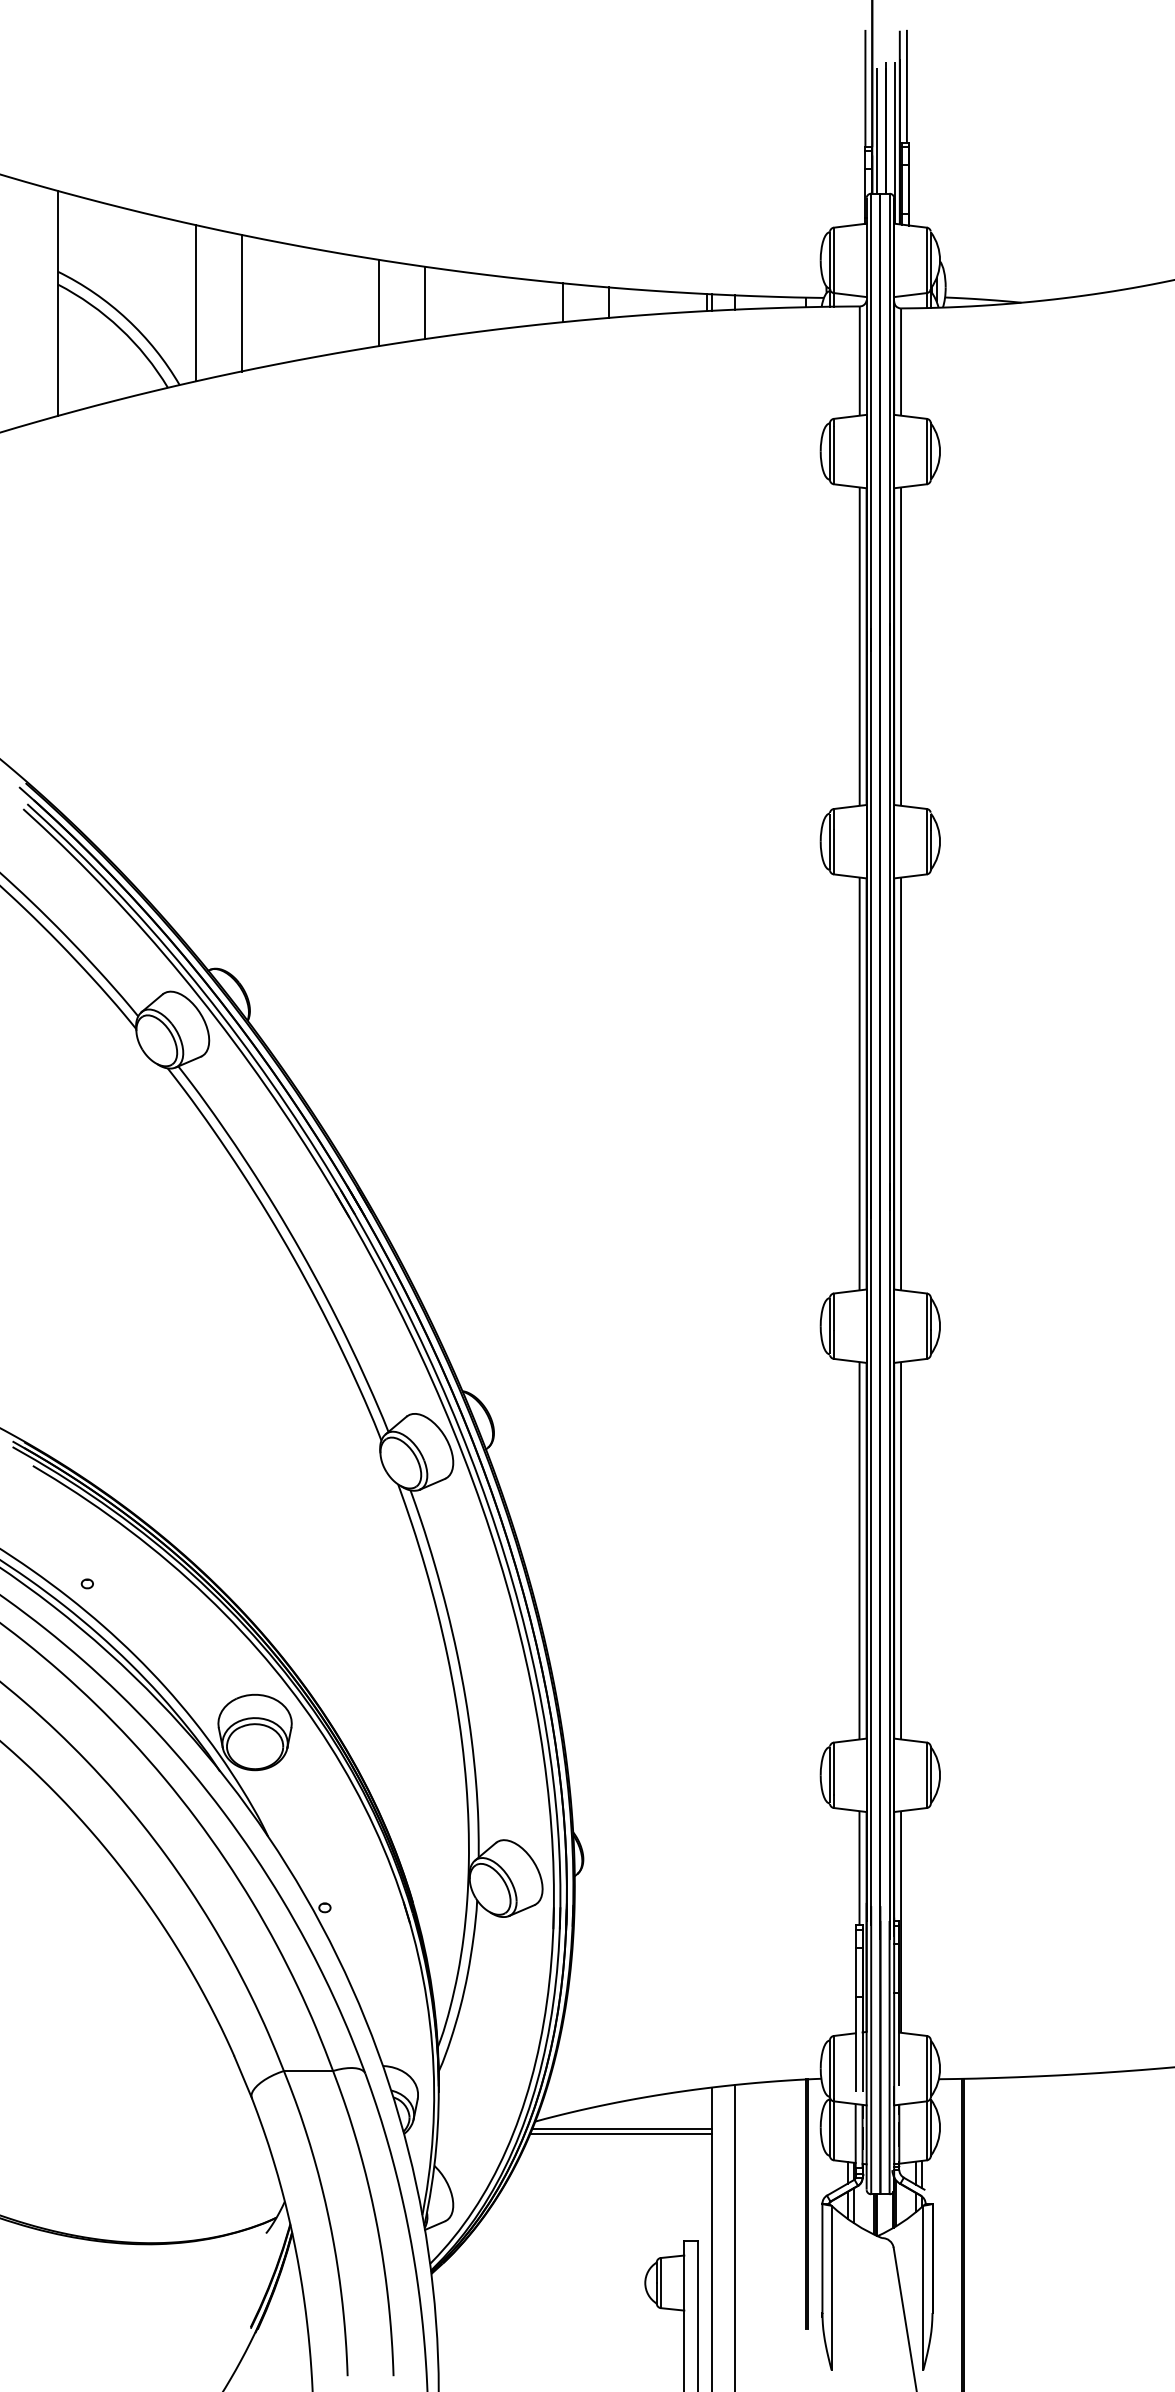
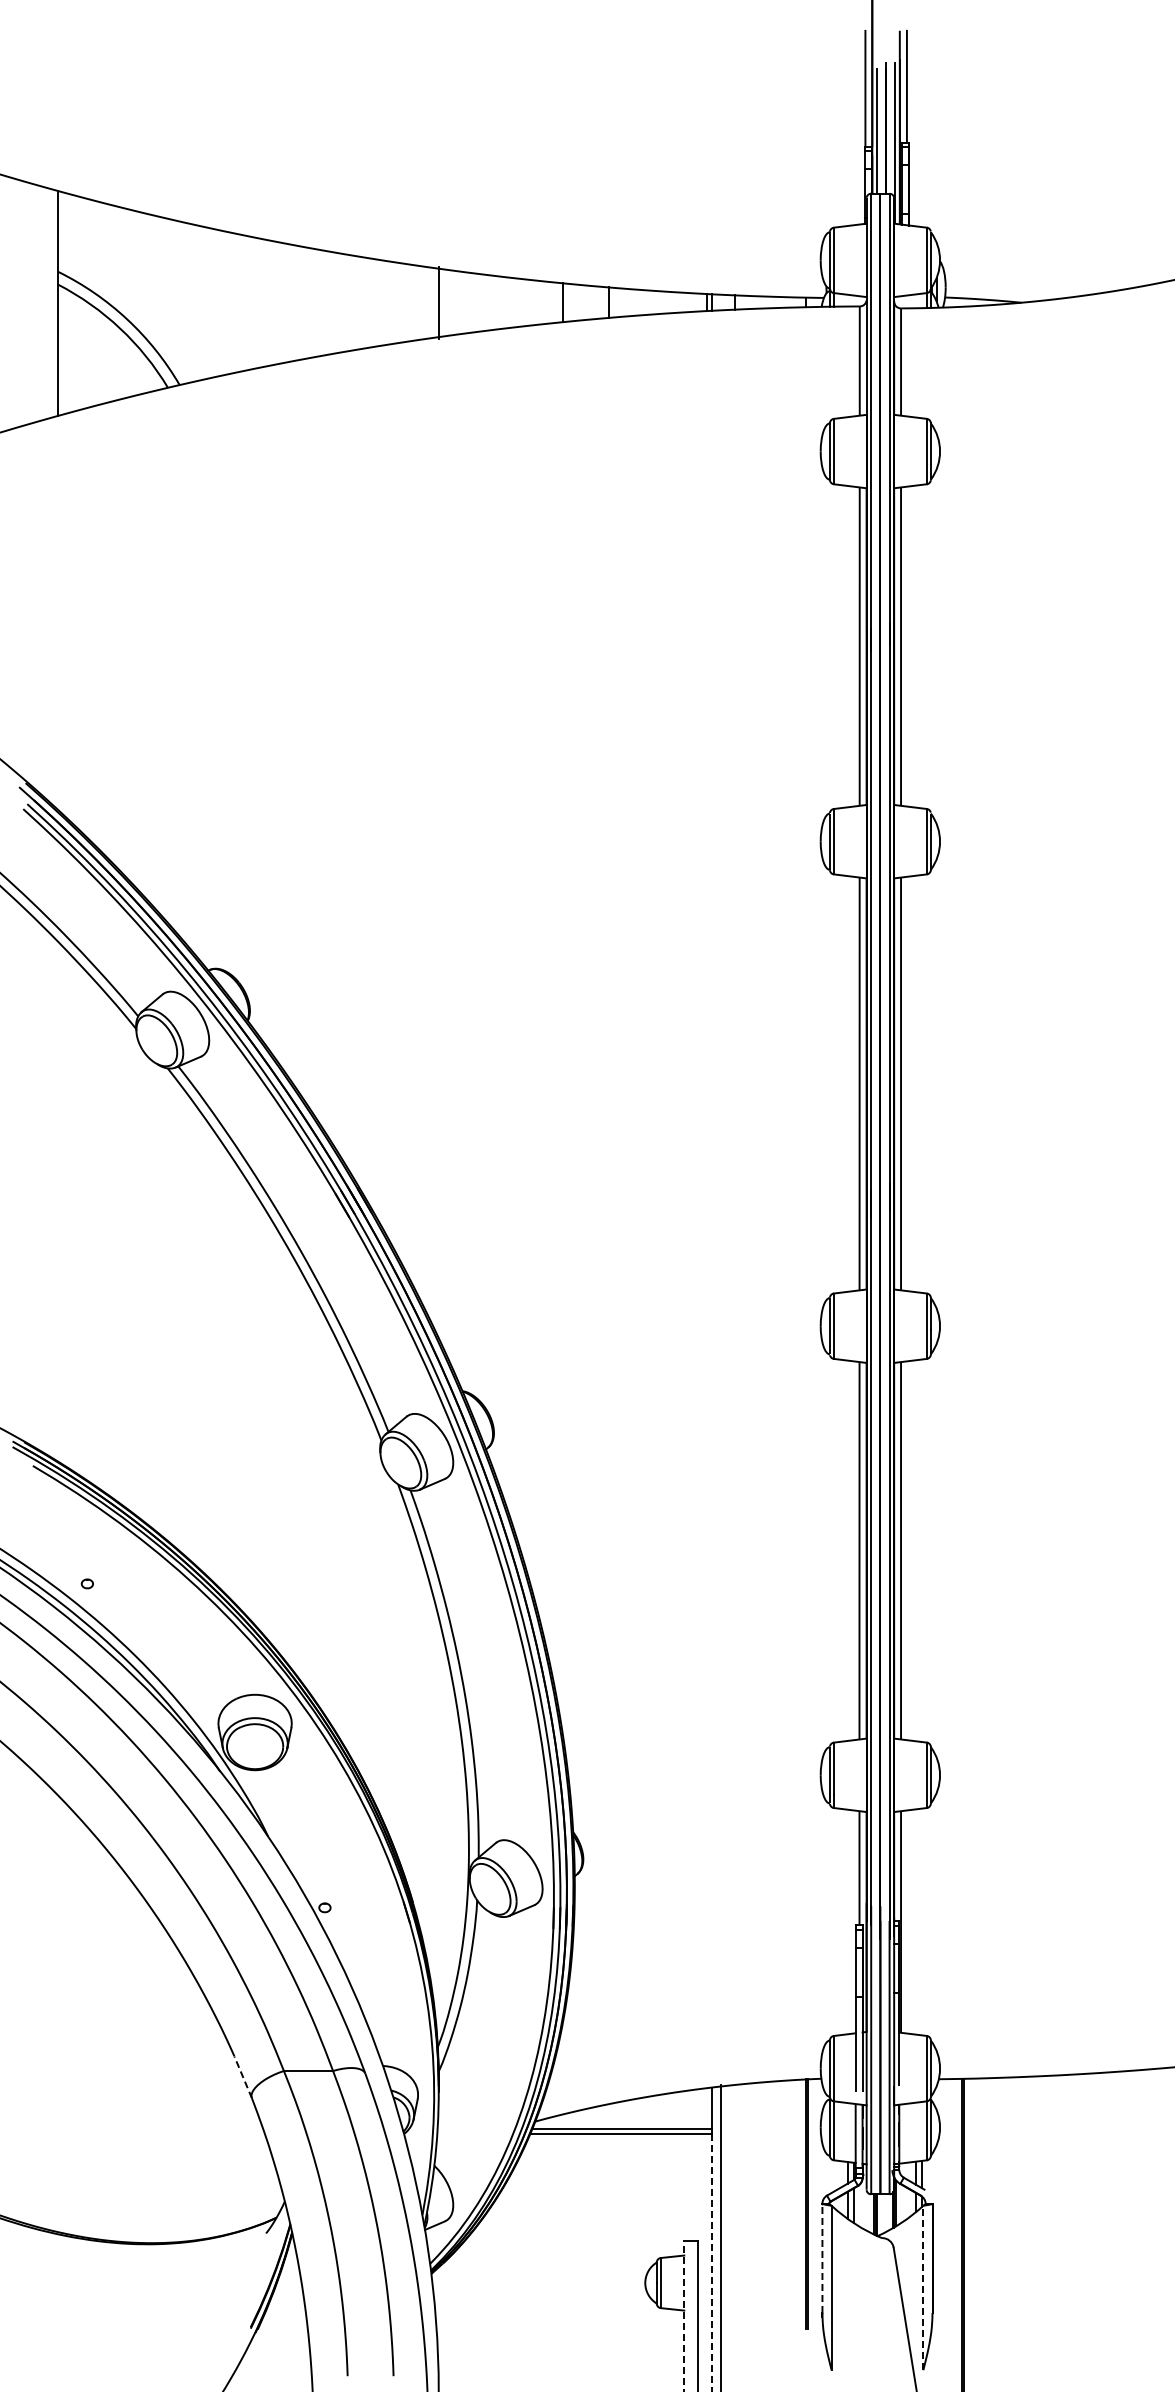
line at (241, 302): present -> none
line at (379, 302): present -> none
line at (425, 302) position: (425, 302) -> (439, 302)
line at (195, 303): present -> none
line at (243, 2077): solid -> dashed
line at (734, 2236) position: (734, 2236) -> (720, 2236)
line at (822, 2258): solid -> dashed
line at (711, 2263): solid -> dashed
line at (923, 2287): solid -> dashed
line at (684, 2315): solid -> dashed
